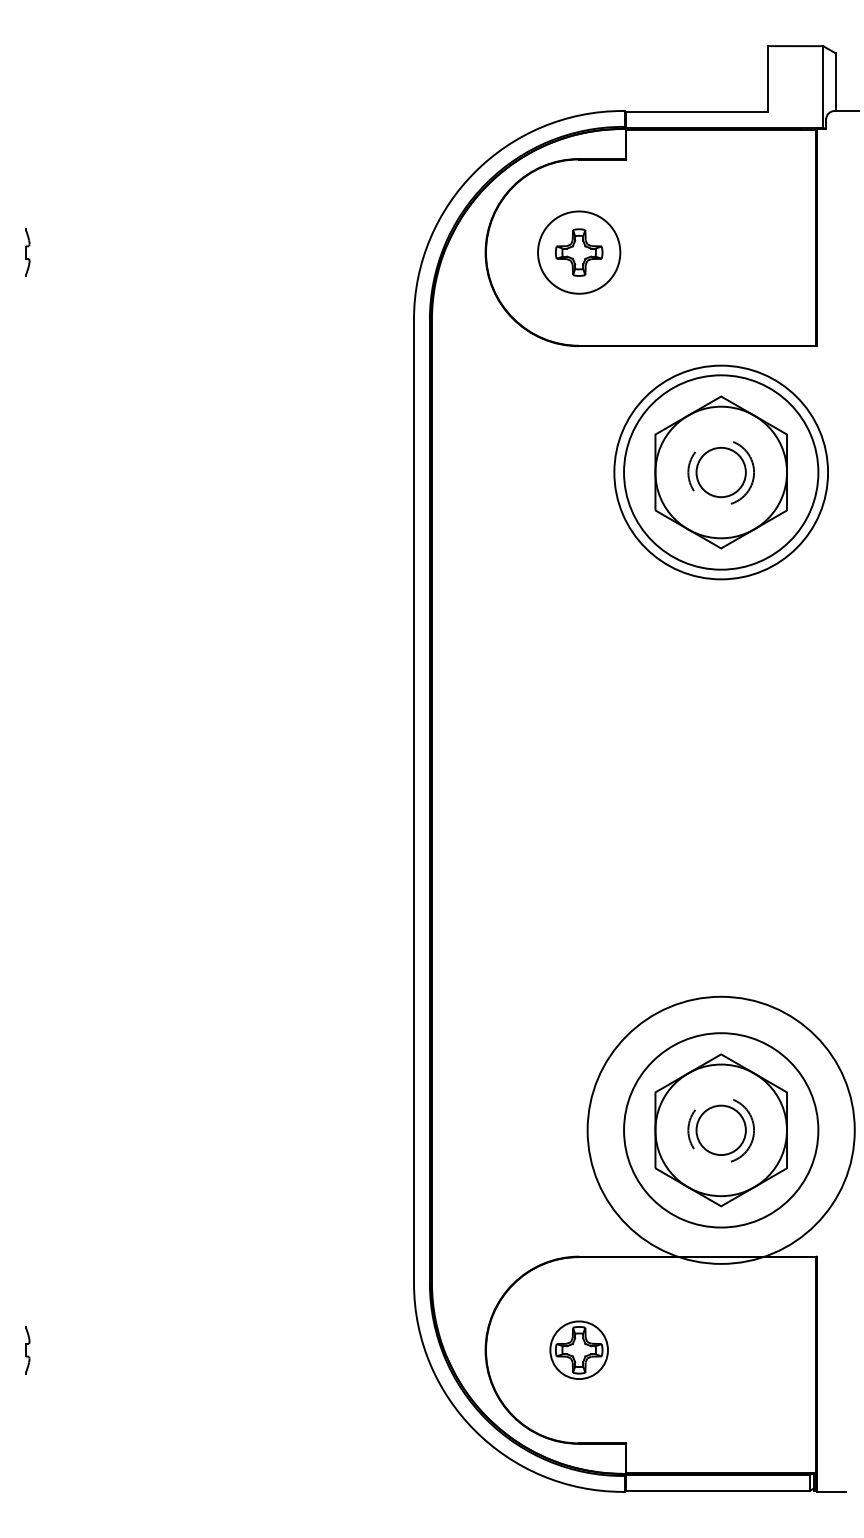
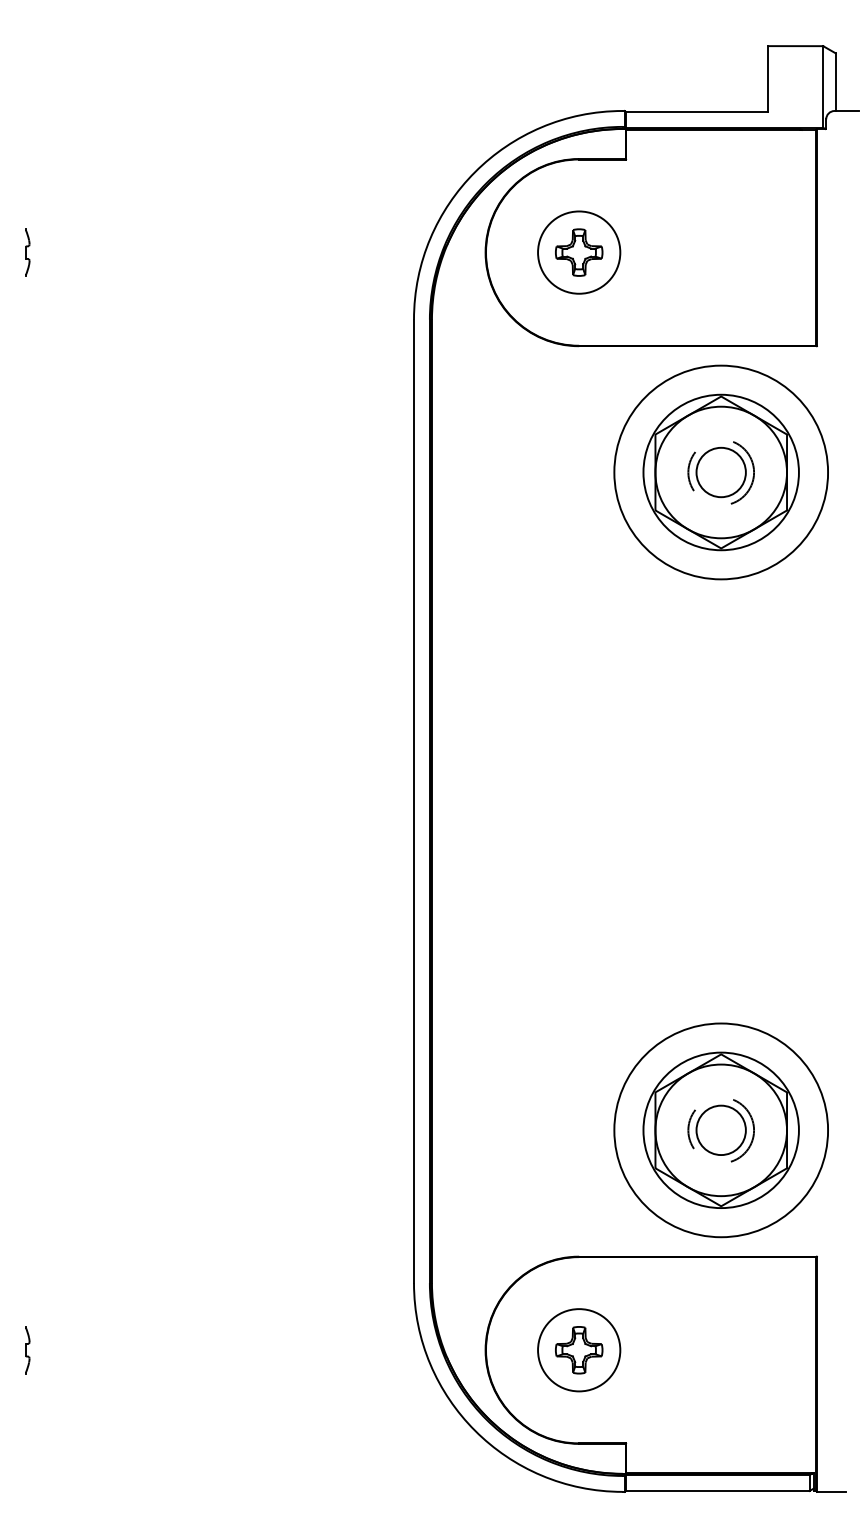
circle at (721, 472) diameter: 194 px -> 155 px
circle at (720, 1129) diameter: 267 px -> 214 px
circle at (721, 1130) diameter: 194 px -> 155 px
circle at (578, 1350) diameter: 58 px -> 82 px
